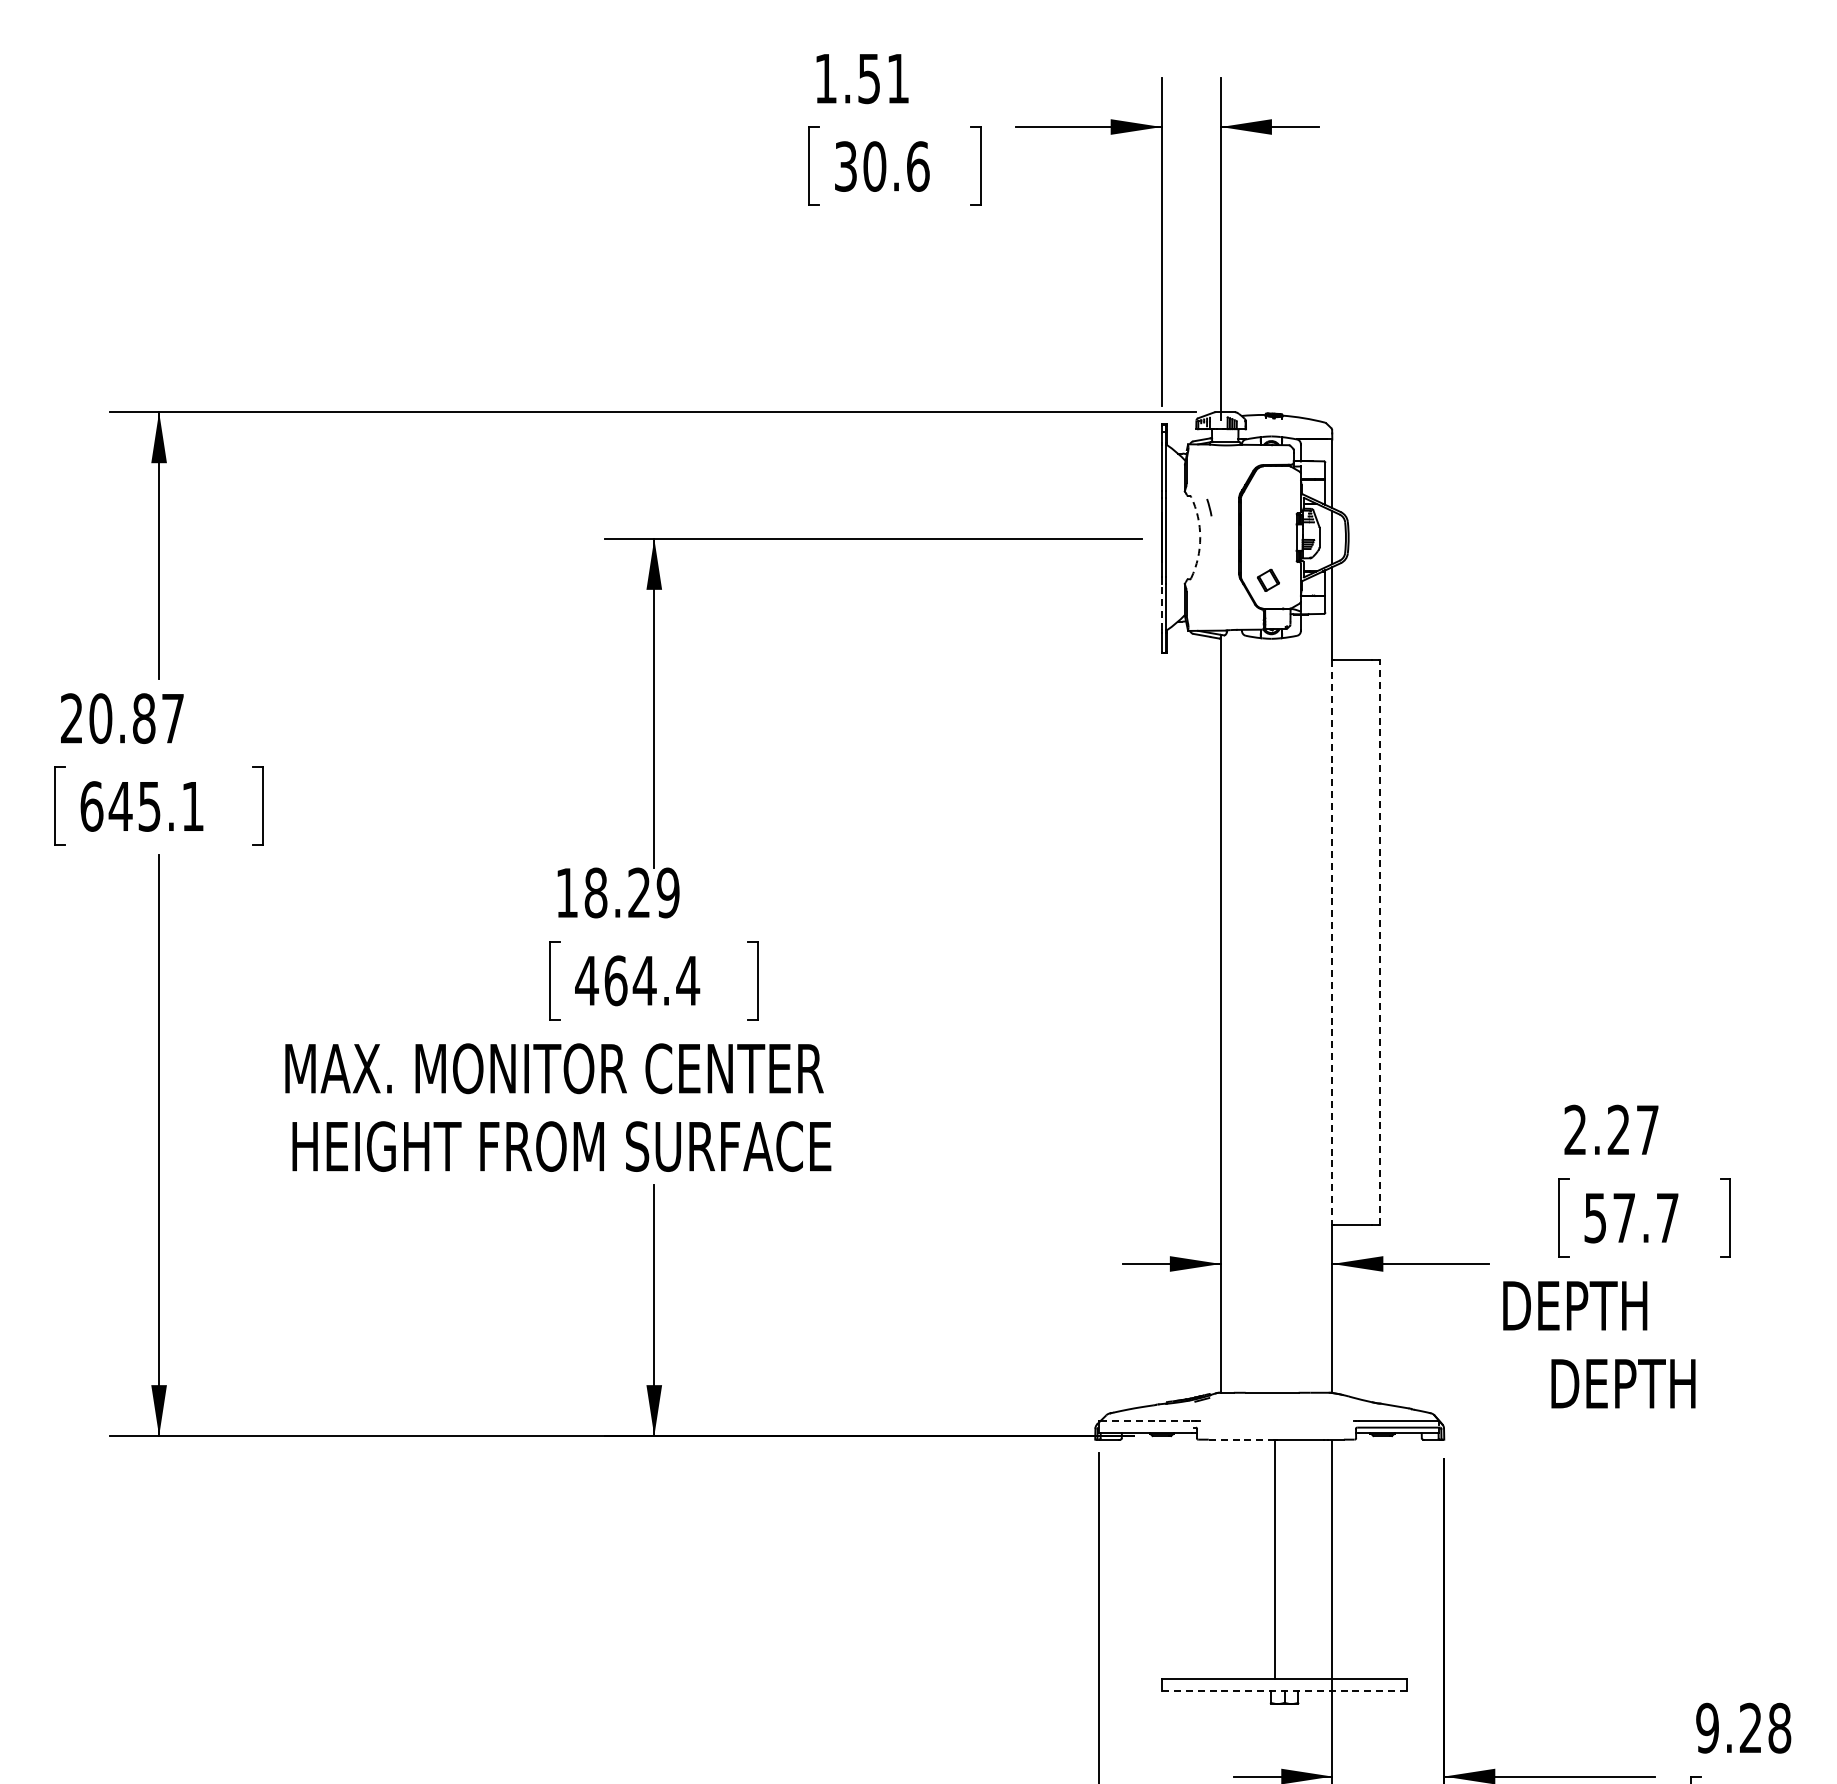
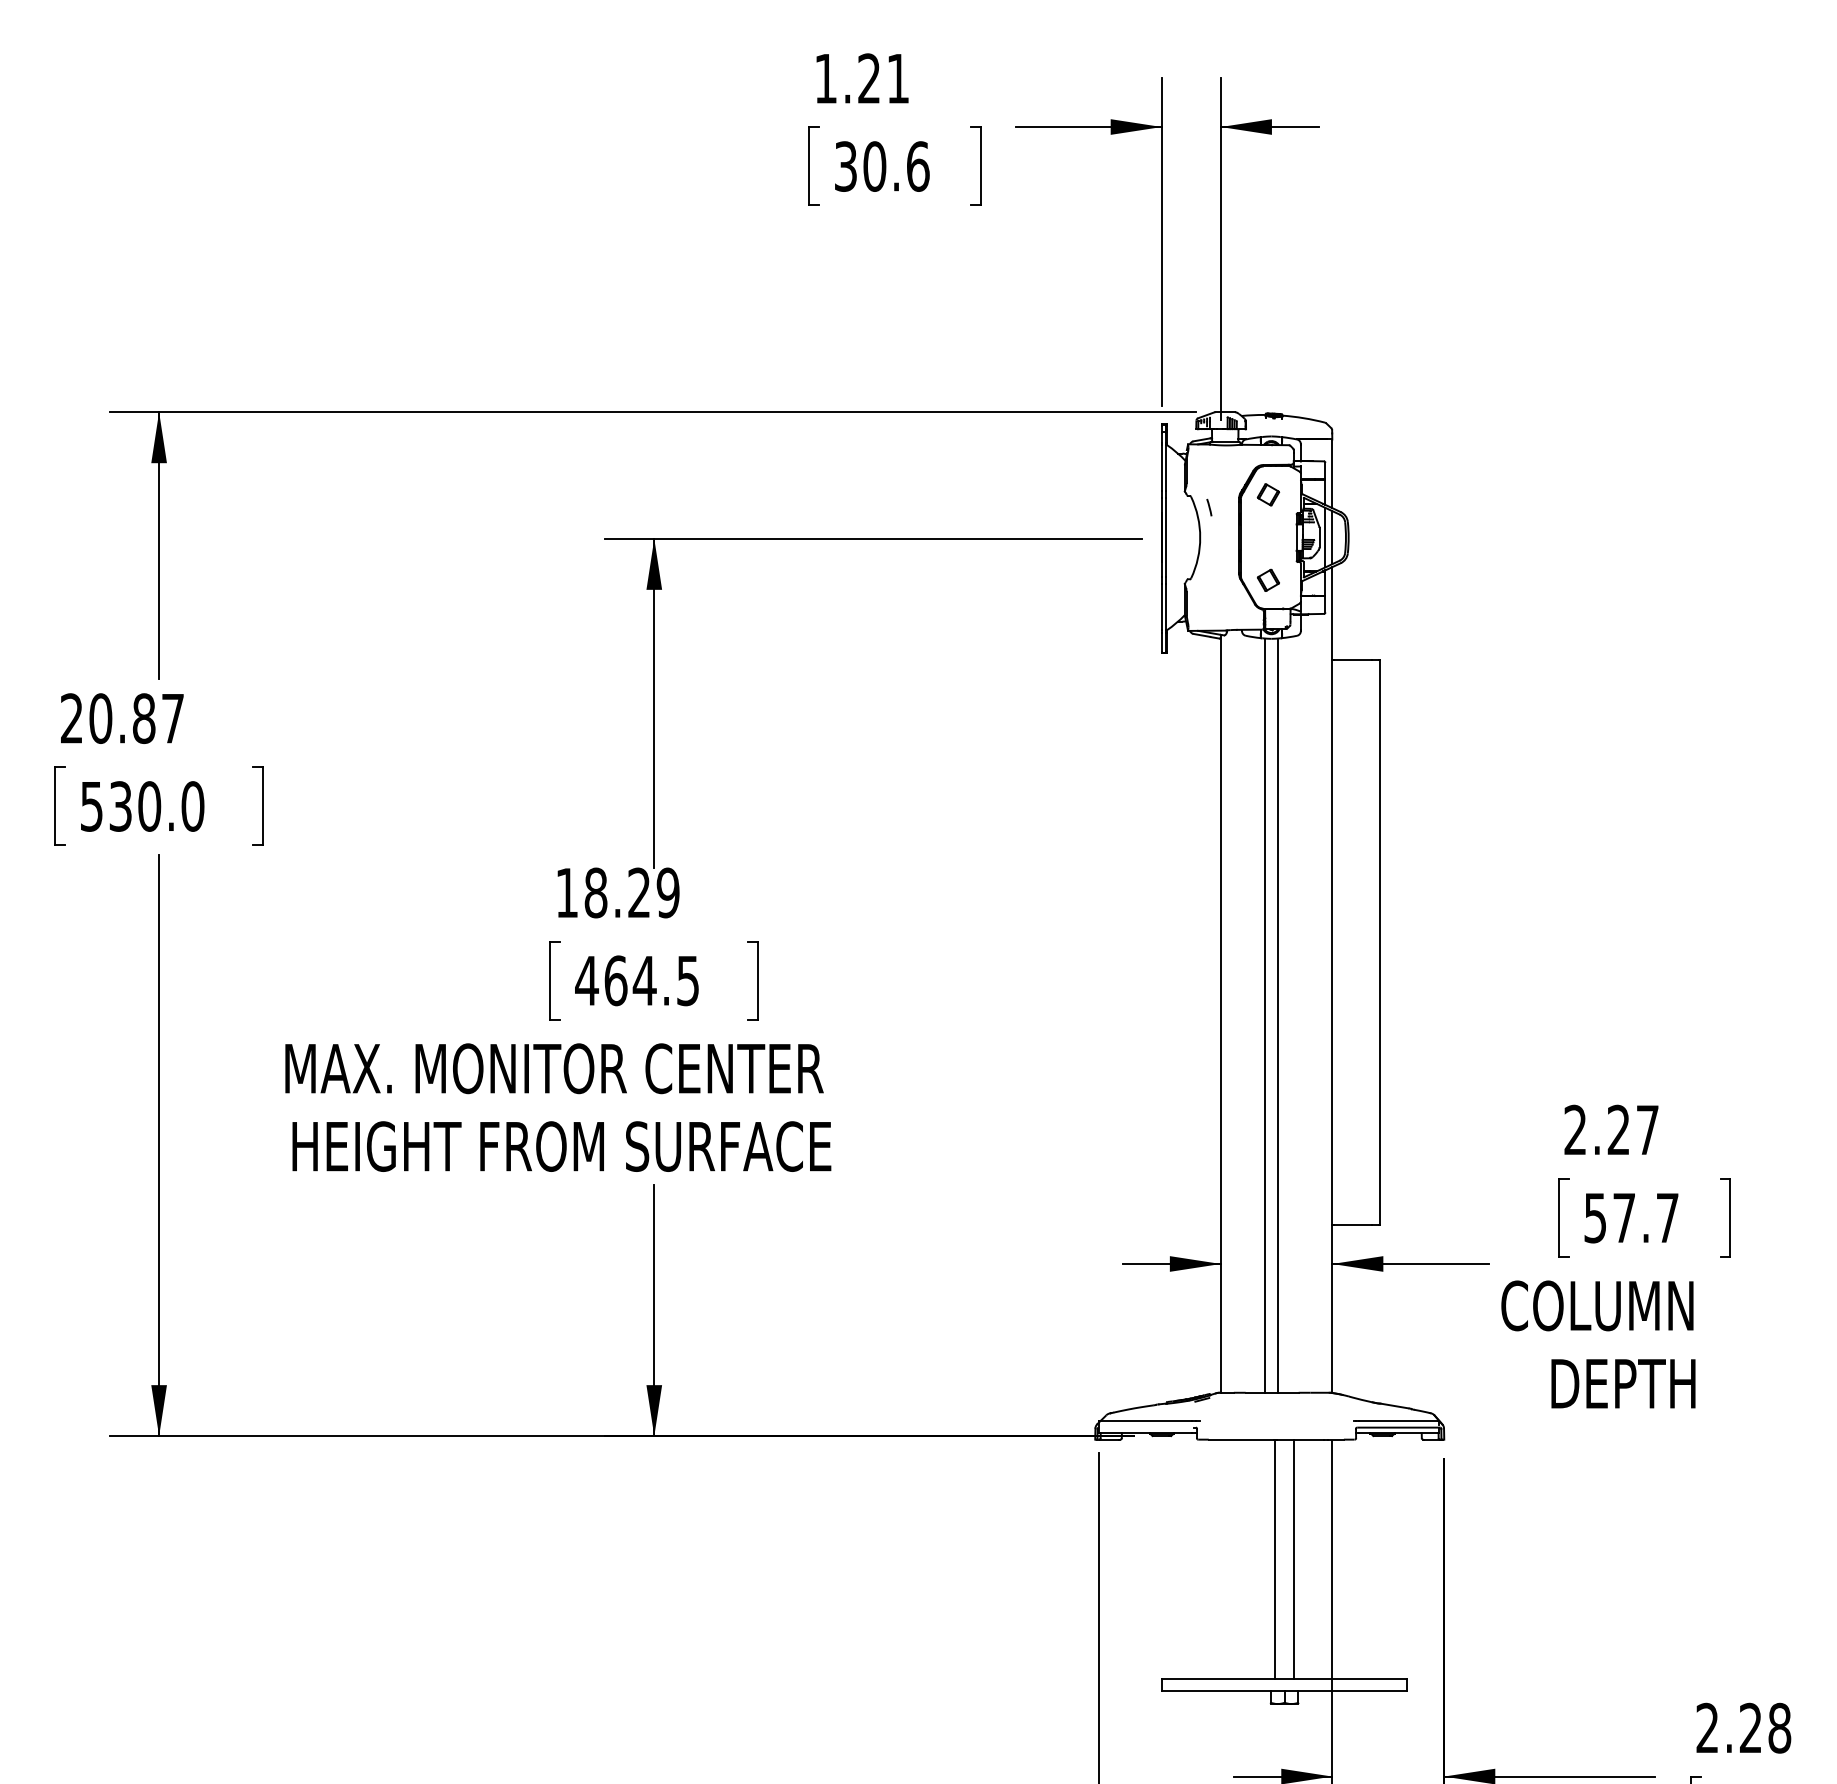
text at (868, 78): 1.51 -> 1.21
part at (1268, 494): none -> present
arc at (1200, 537): dashed -> solid
line at (1325, 537): none -> present
line at (1161, 607): dashed -> solid
text at (142, 806): 645.1 -> 530.0
line at (1380, 942): dashed -> solid
line at (1332, 943): dashed -> solid
text at (688, 981): 464.4 -> 464.5
line at (1264, 1015): none -> present
line at (1277, 1015): none -> present
text at (1597, 1305): DEPTH -> COLUMN
line at (1146, 1420): dashed -> solid
line at (1241, 1439): dashed -> solid
line at (1293, 1558): none -> present
line at (1284, 1690): dashed -> solid
text at (1707, 1728): 9.28 -> 2.28
